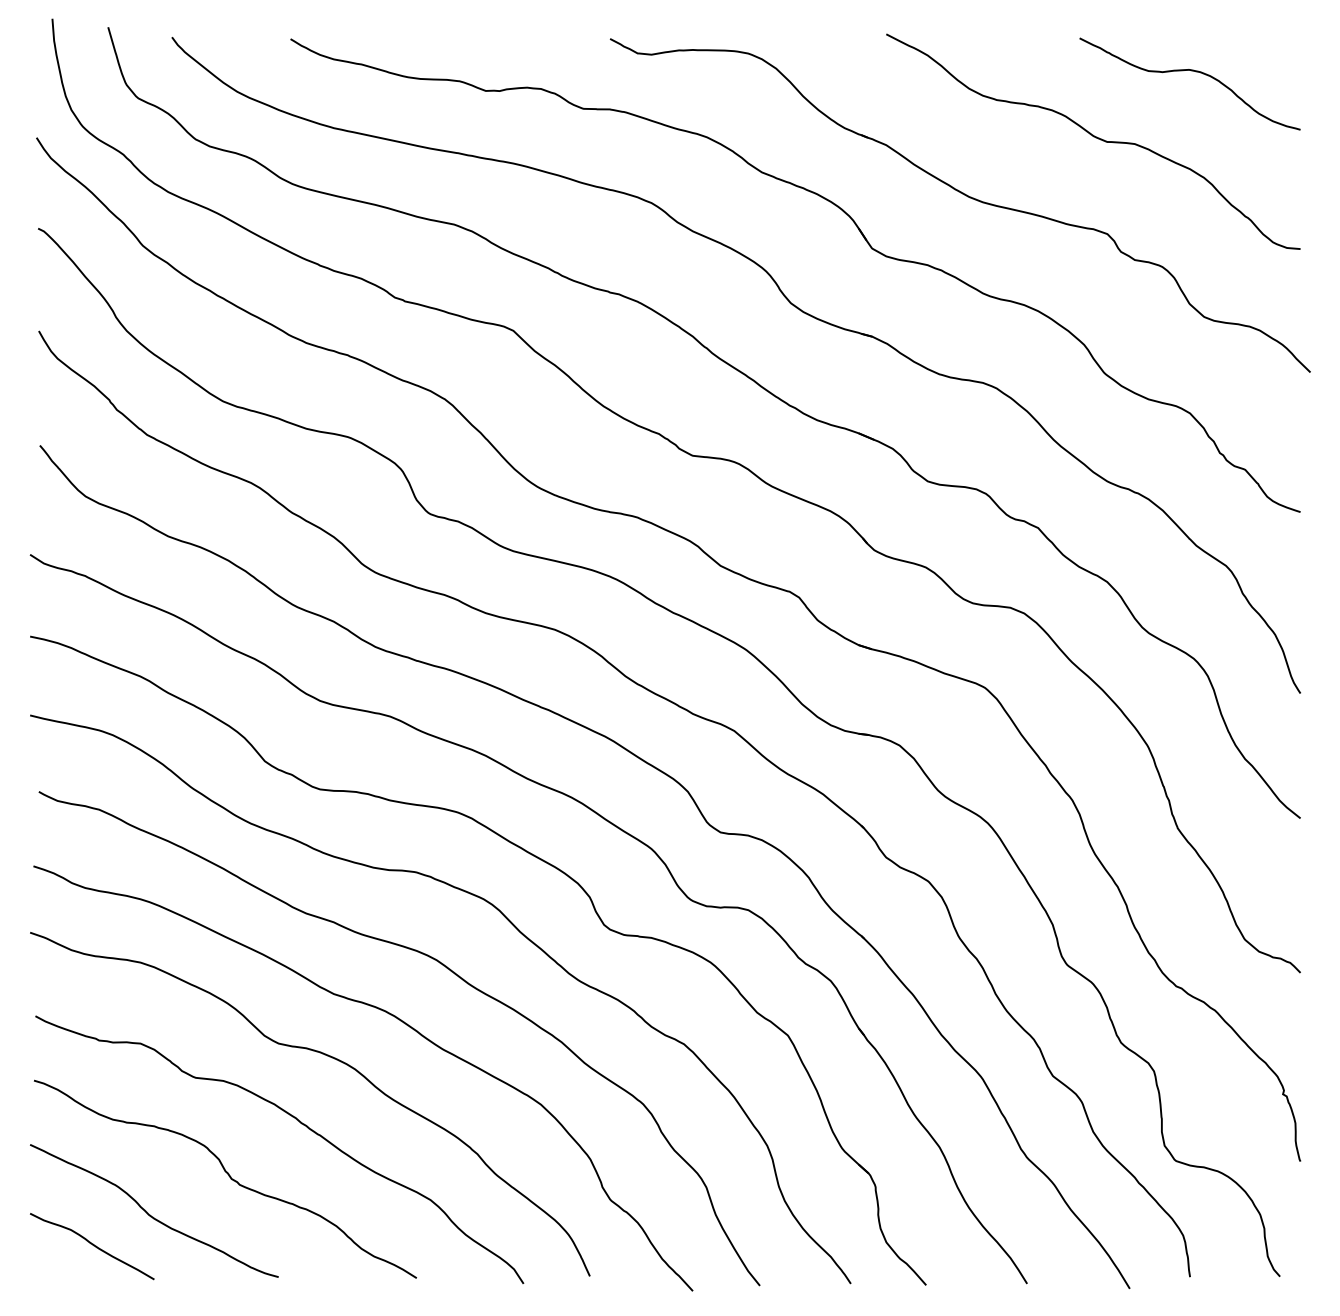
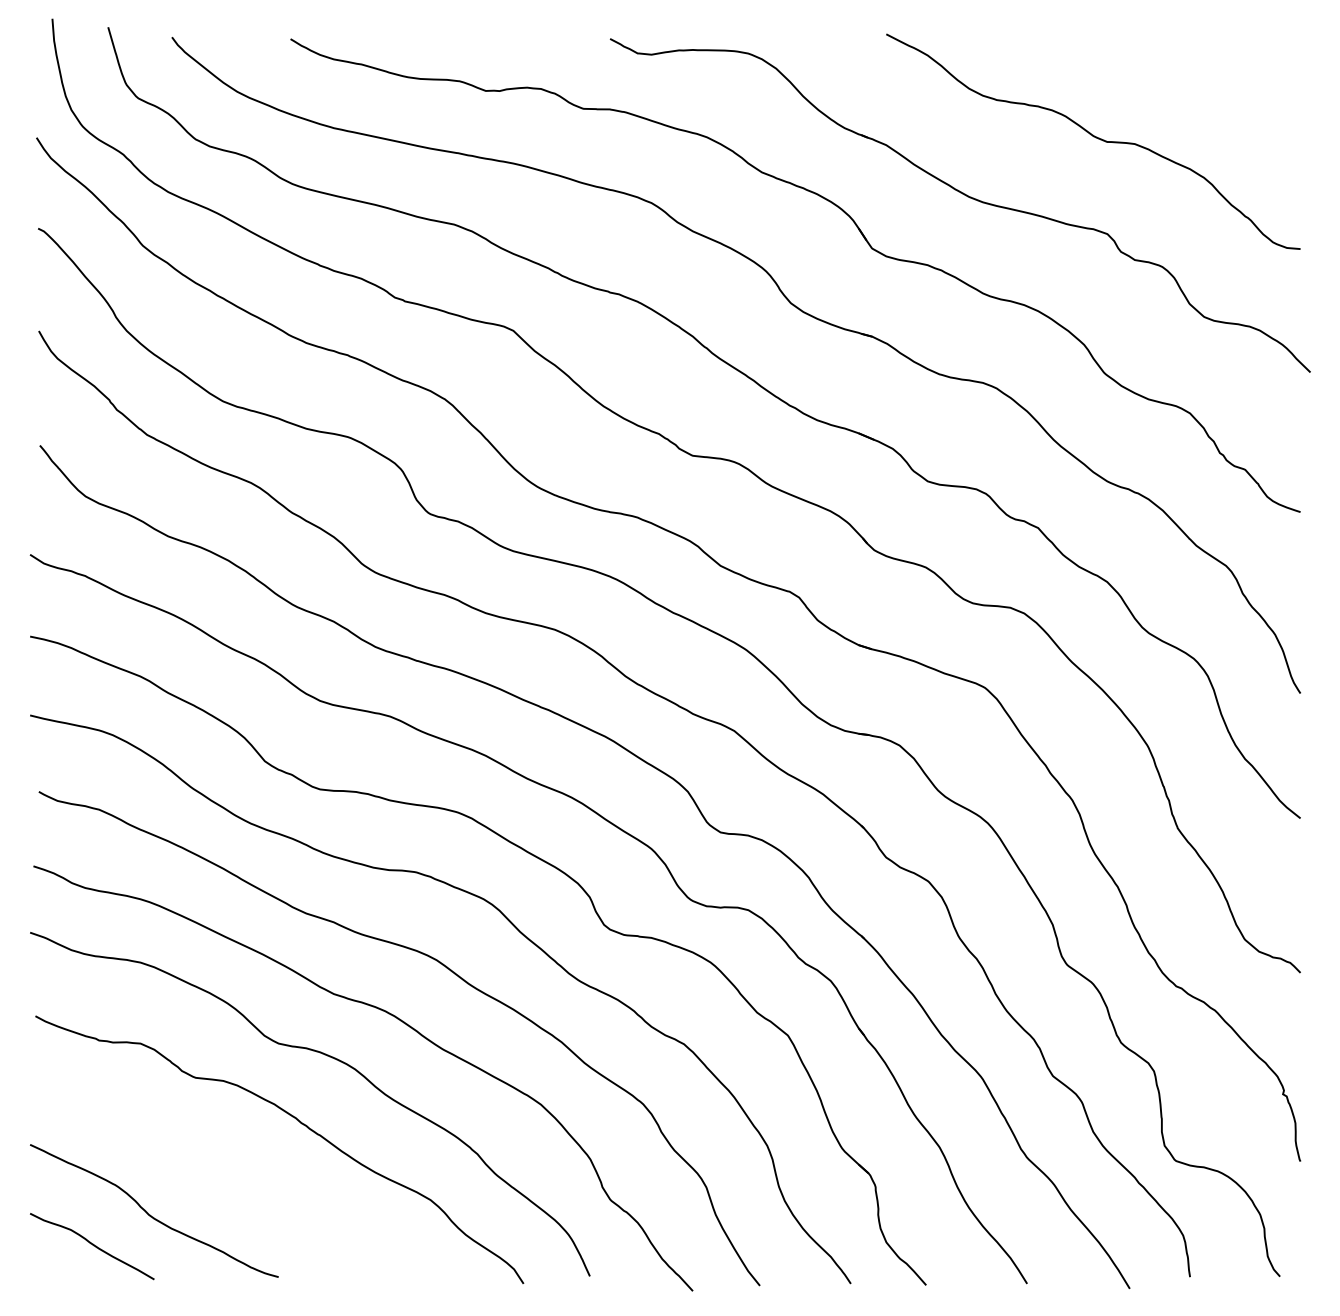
curve at (1191, 71): present -> none
curve at (228, 1176): present -> none
